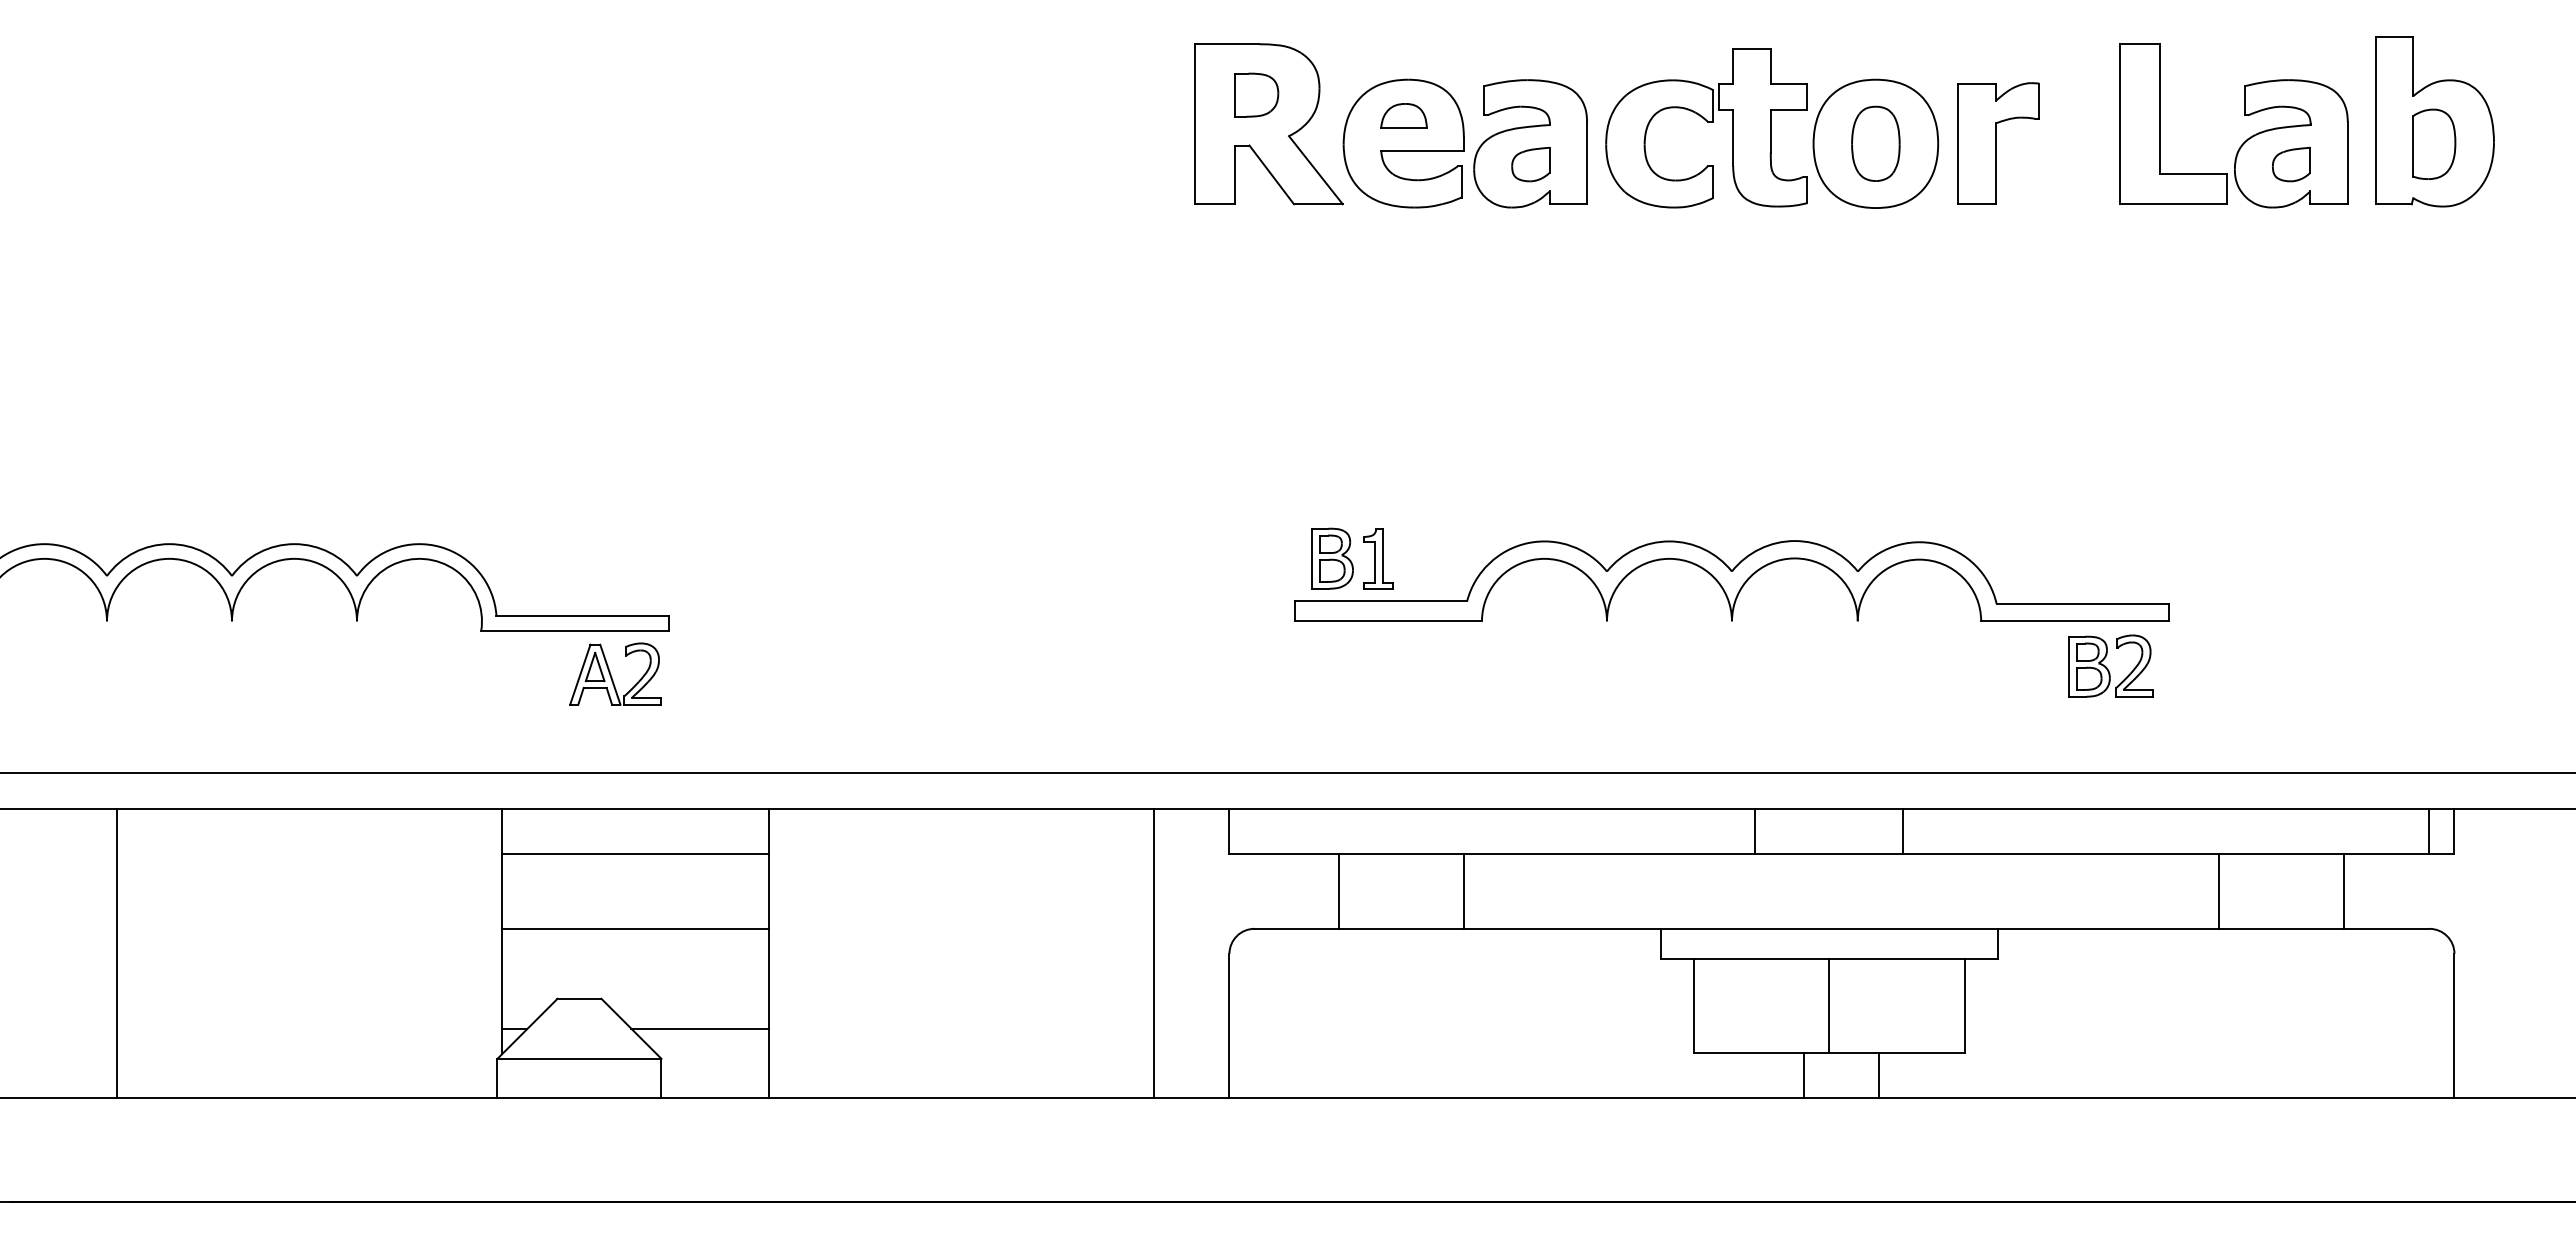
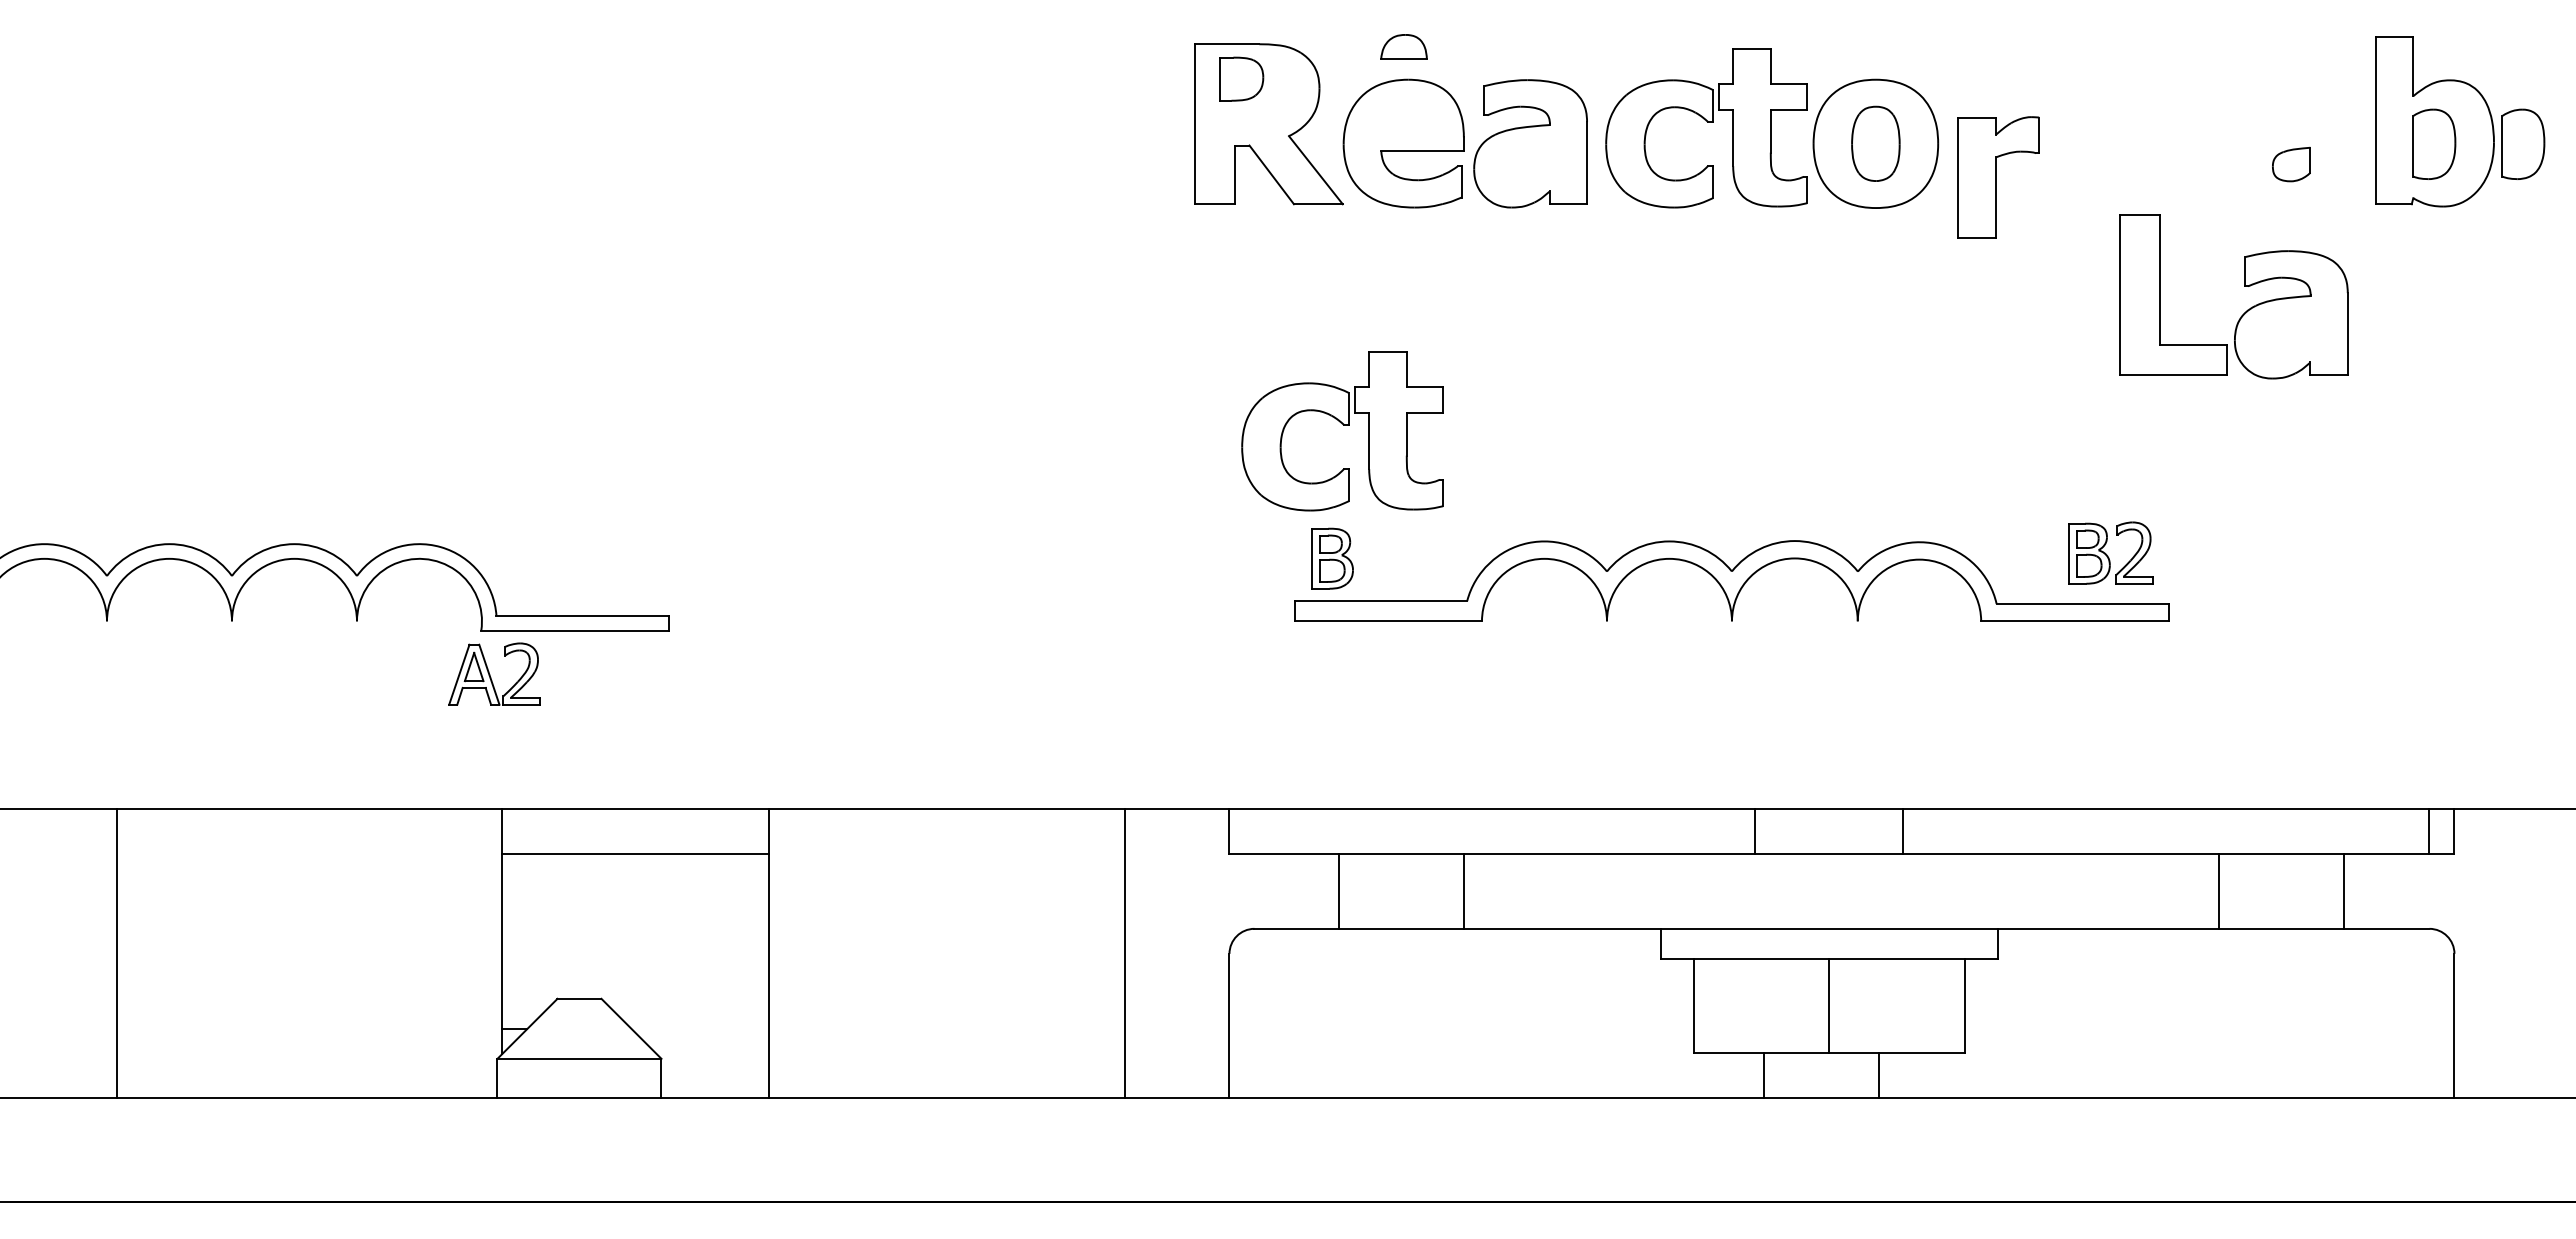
part at (1256, 94) position: (1256, 94) -> (1241, 78)
part at (1403, 115) position: (1403, 115) -> (1403, 46)
part at (2244, 115) position: (2244, 115) -> (2244, 286)
part at (1998, 143) position: (1998, 143) -> (1998, 177)
part at (2523, 143): none -> present
part at (1530, 164): present -> none
part at (1343, 425): none -> present
part at (1378, 558): present -> none
part at (2110, 665) position: (2110, 665) -> (2110, 552)
part at (615, 673) position: (615, 673) -> (494, 673)
line at (1287, 772): present -> none
line at (635, 928): present -> none
line at (1154, 952) position: (1154, 952) -> (1125, 952)
line at (700, 1028): present -> none
line at (1804, 1074) position: (1804, 1074) -> (1764, 1074)
